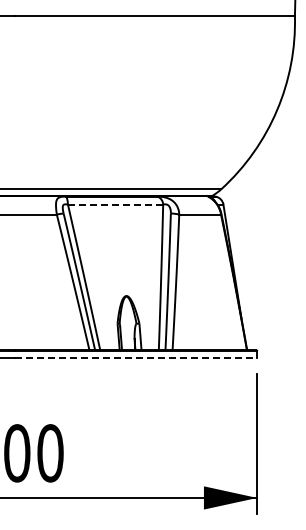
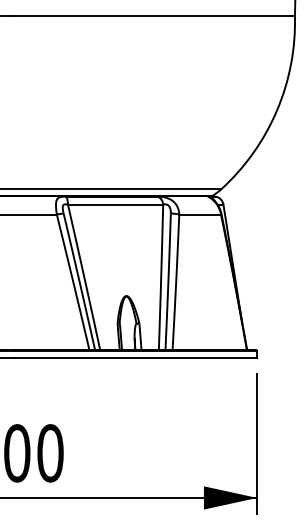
line at (115, 204): dashed -> solid
line at (136, 357): dashed -> solid
